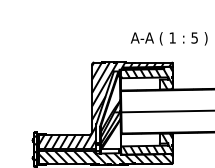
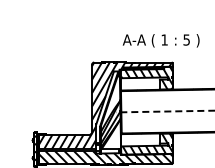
text at (168, 38) position: (168, 38) -> (160, 40)
line at (164, 111): solid -> dashed
